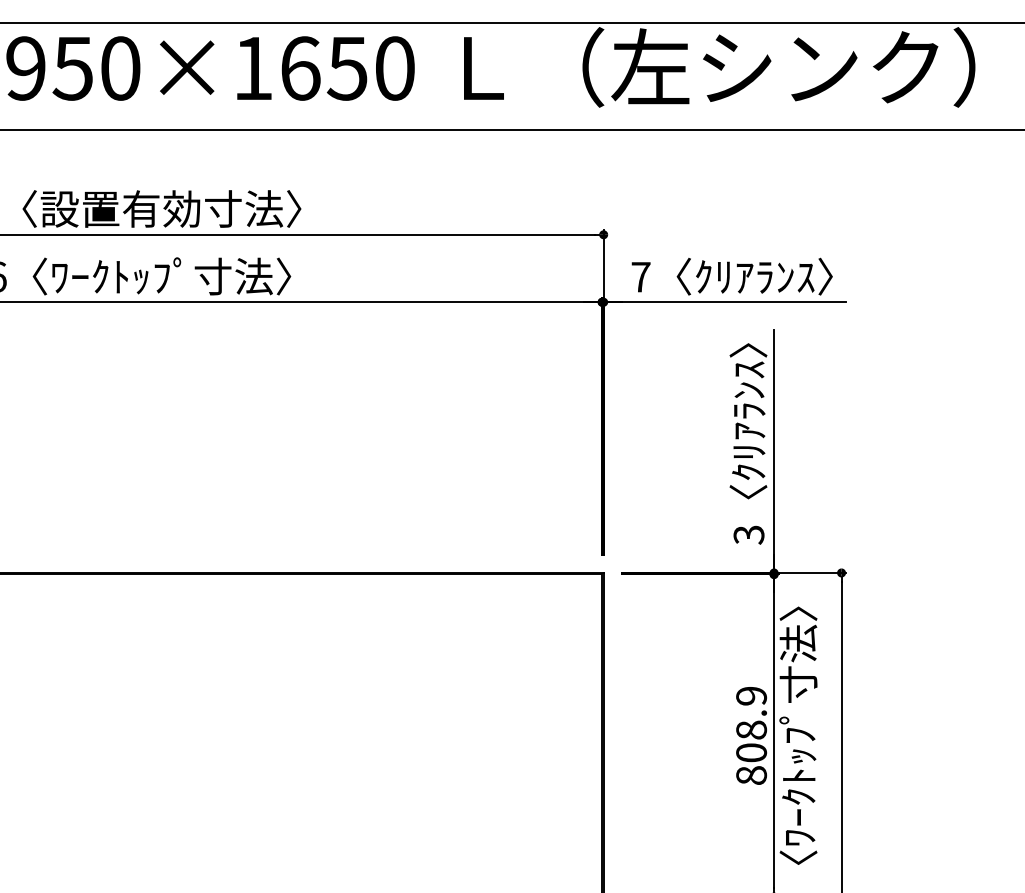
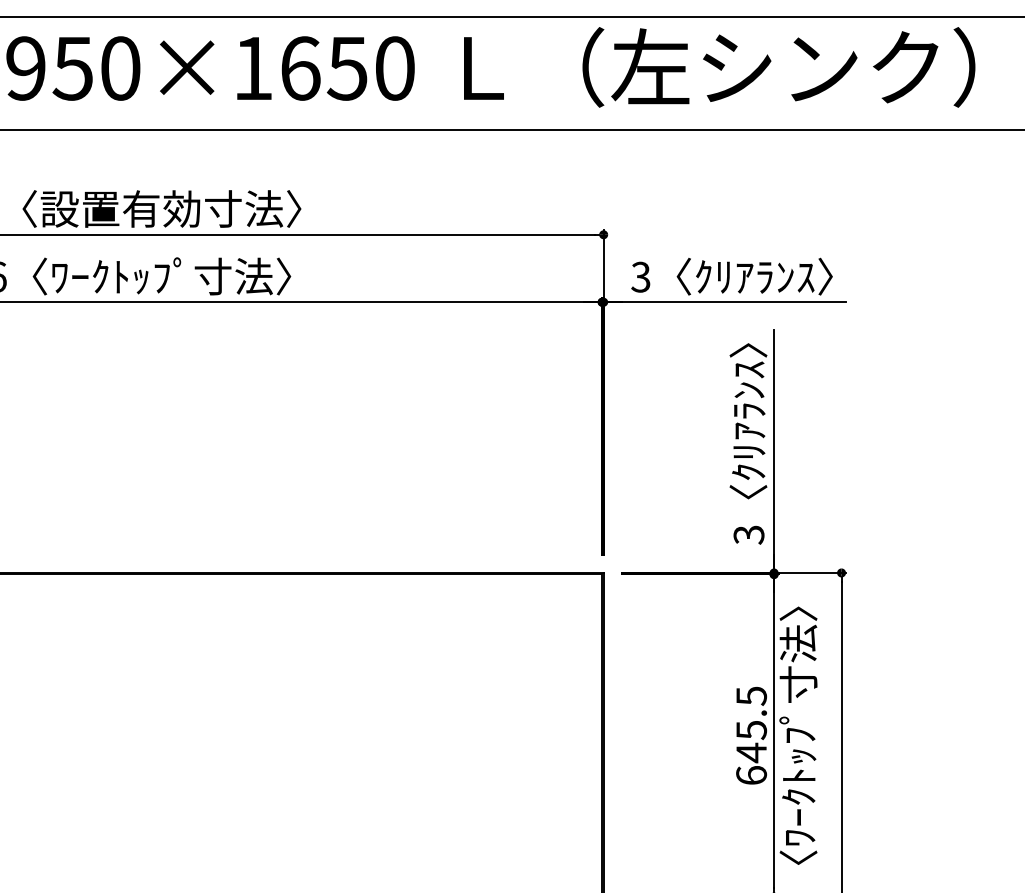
line at (511, 22) position: (511, 22) -> (511, 16)
text at (640, 276): 7 -> 3
text at (751, 735): 808.9 -> 645.5
